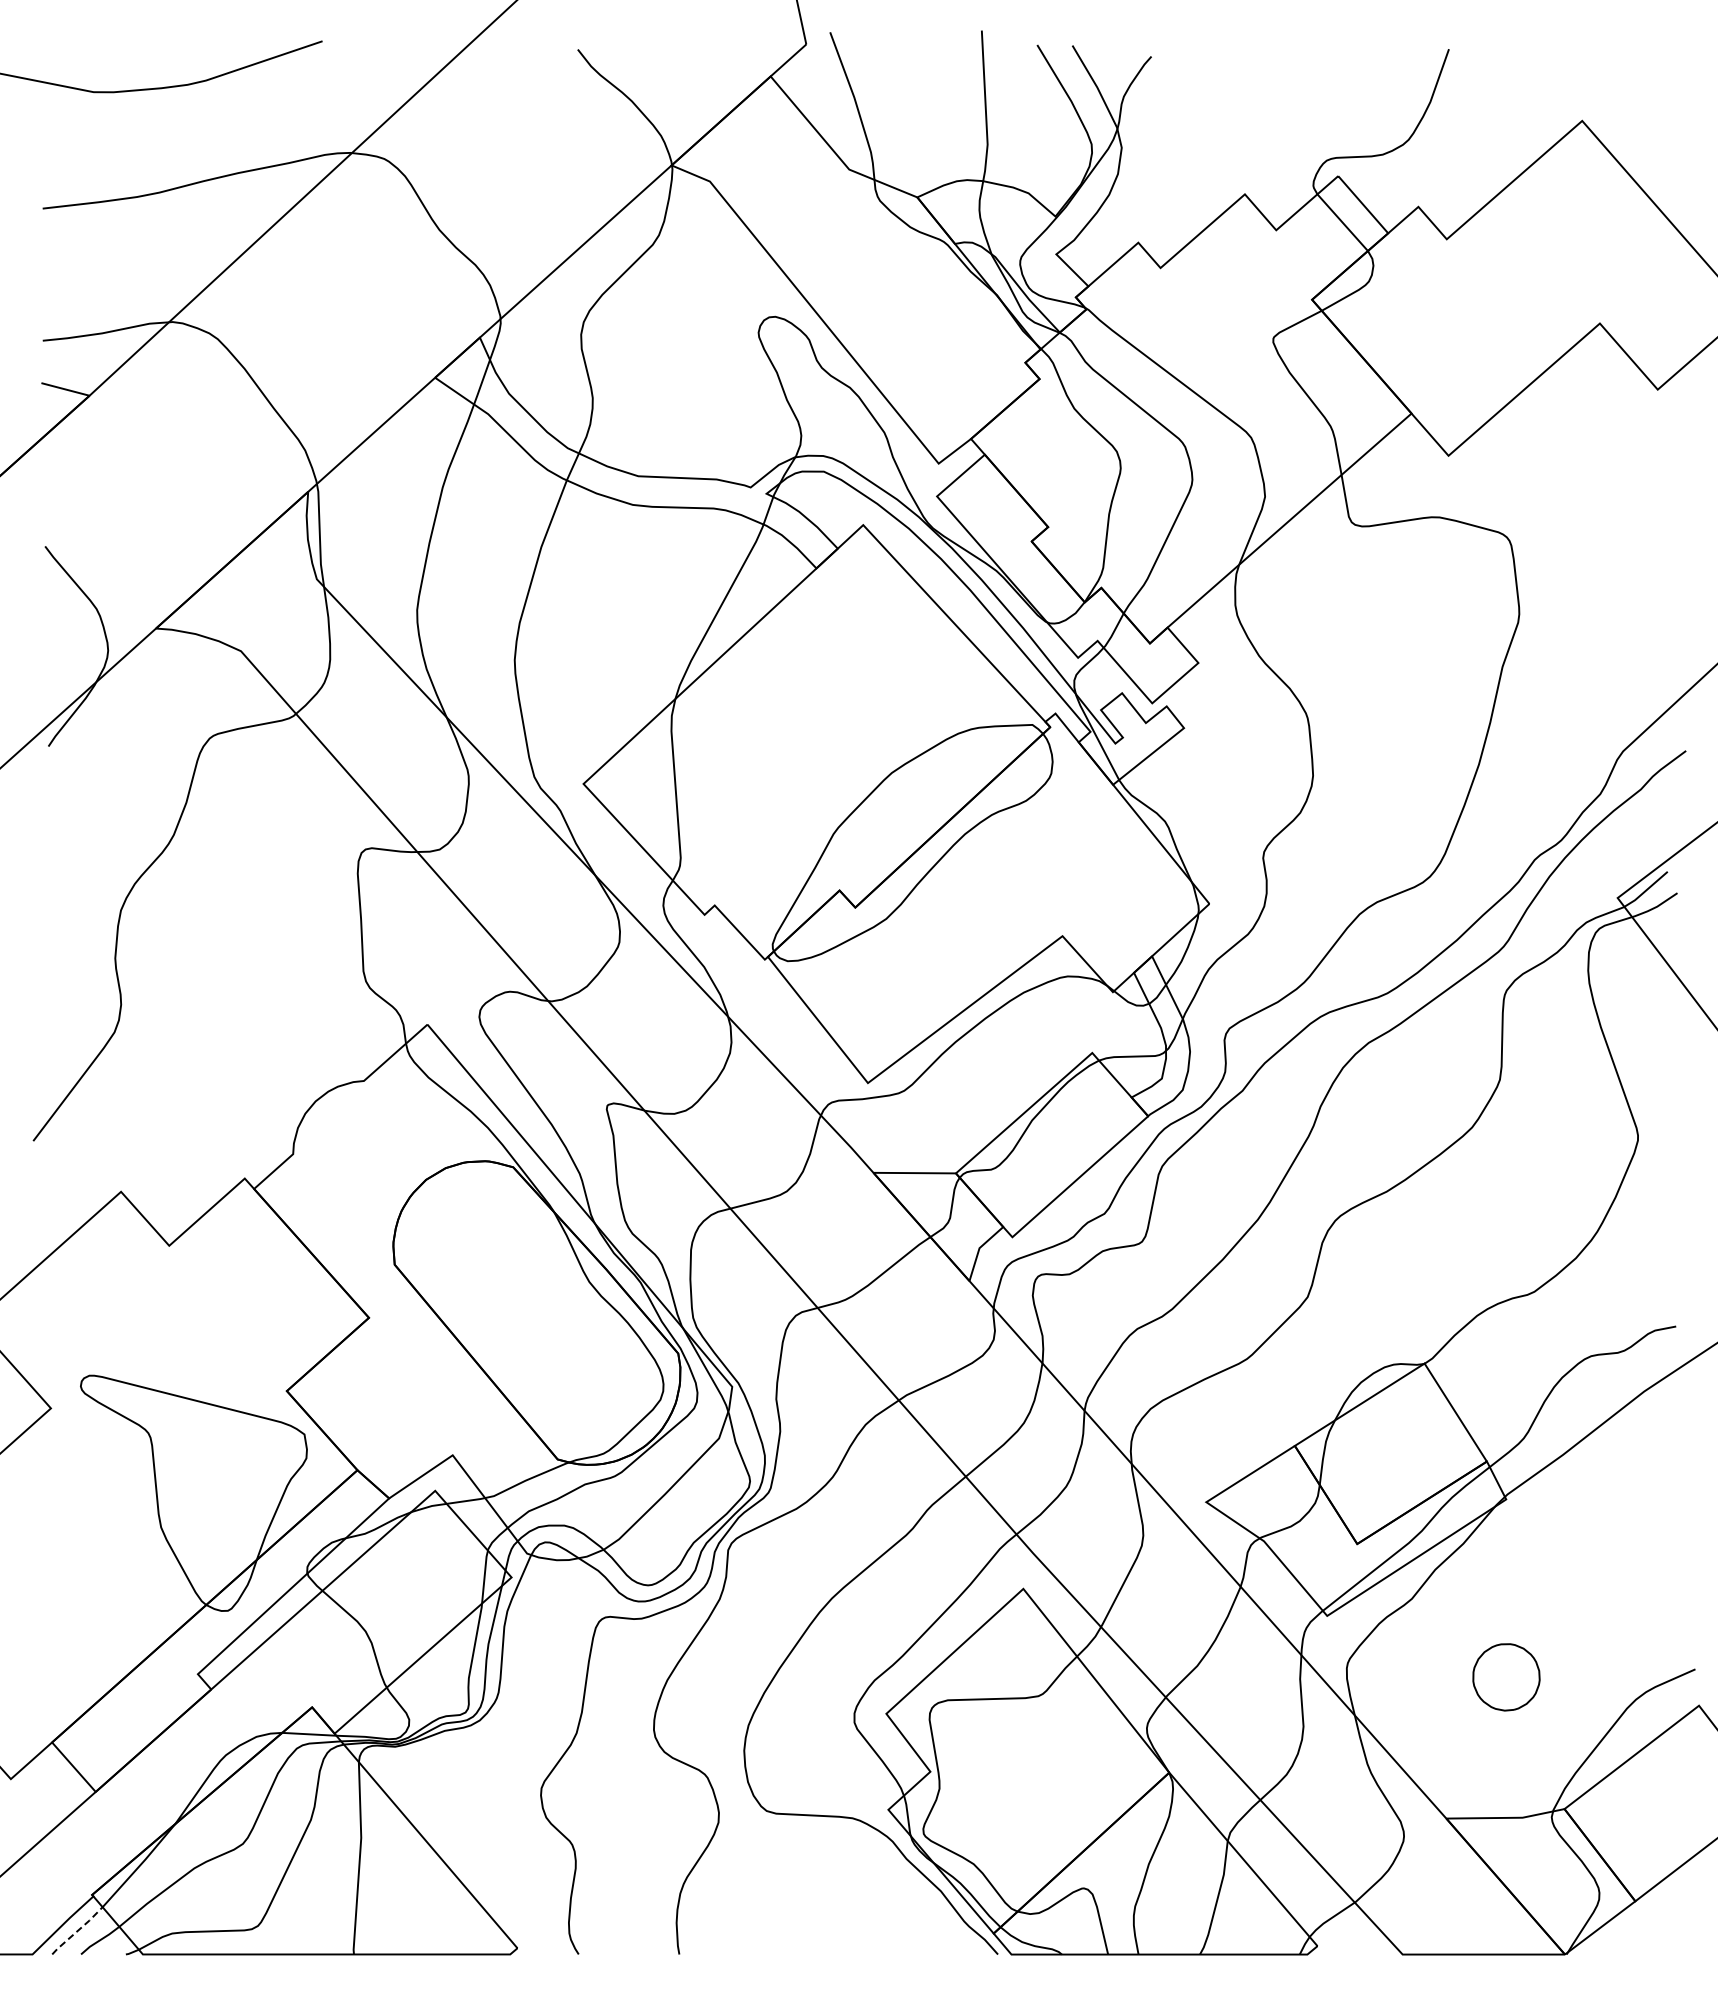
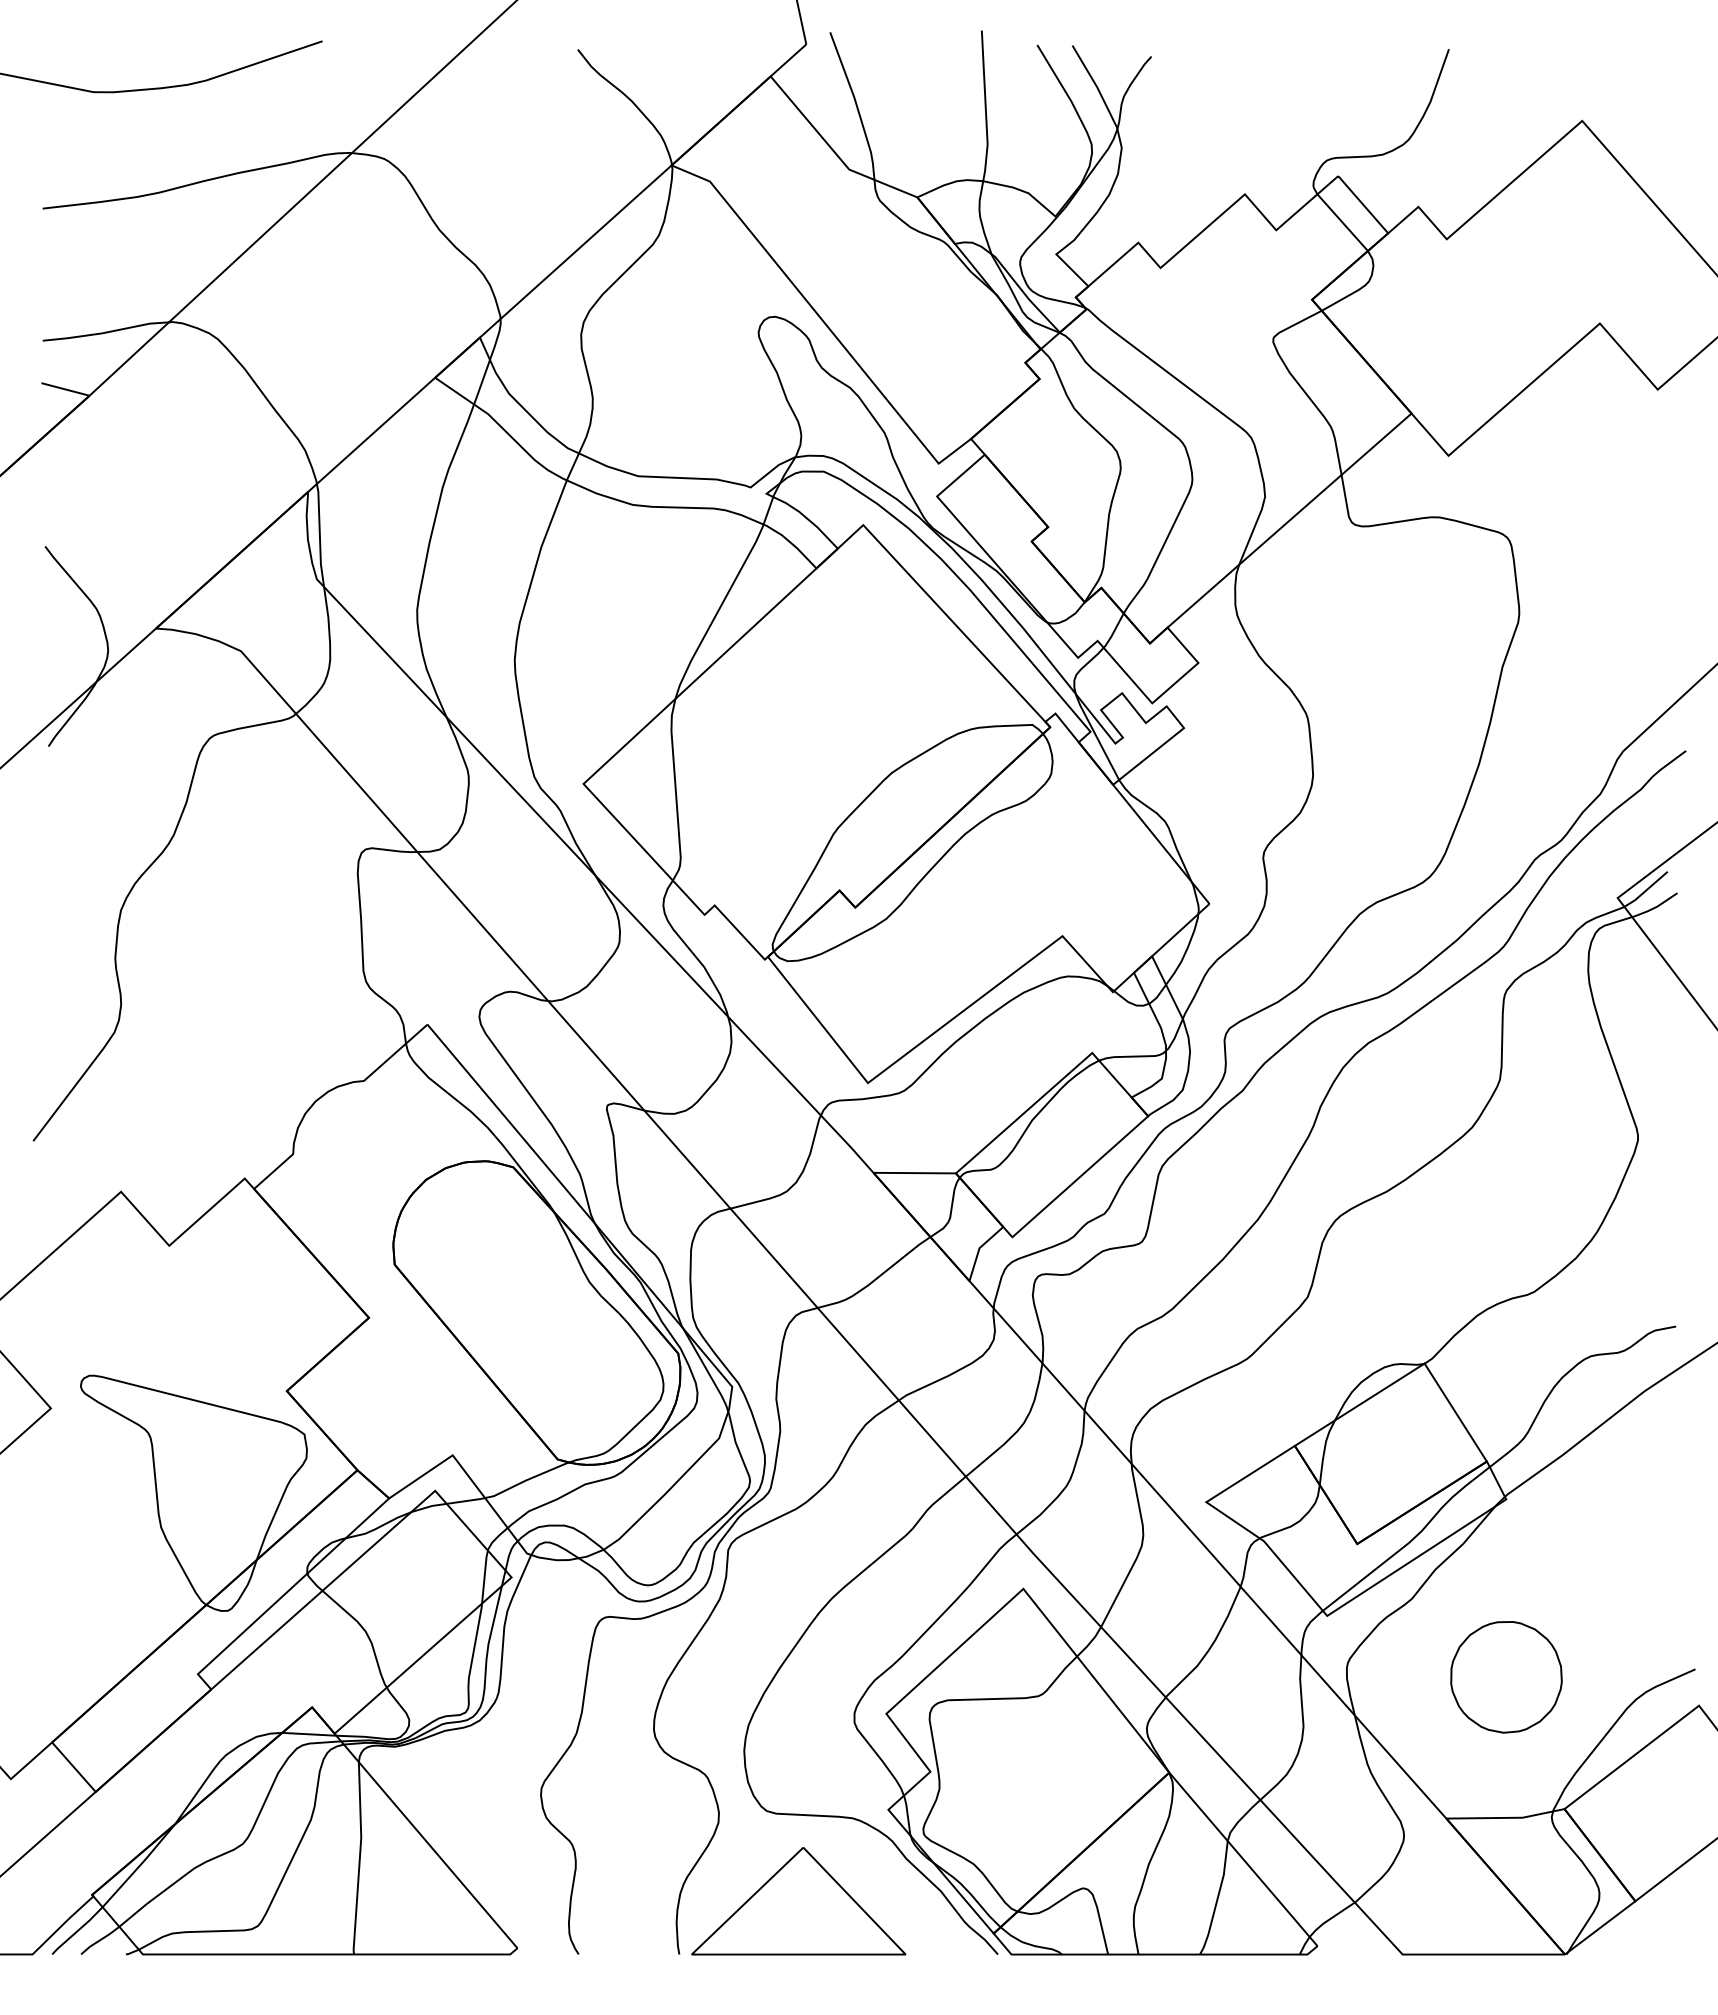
part at (1506, 1677) size: 69x69 px -> 113x113 px
part at (798, 1901): none -> present
line at (77, 1931): dashed -> solid
